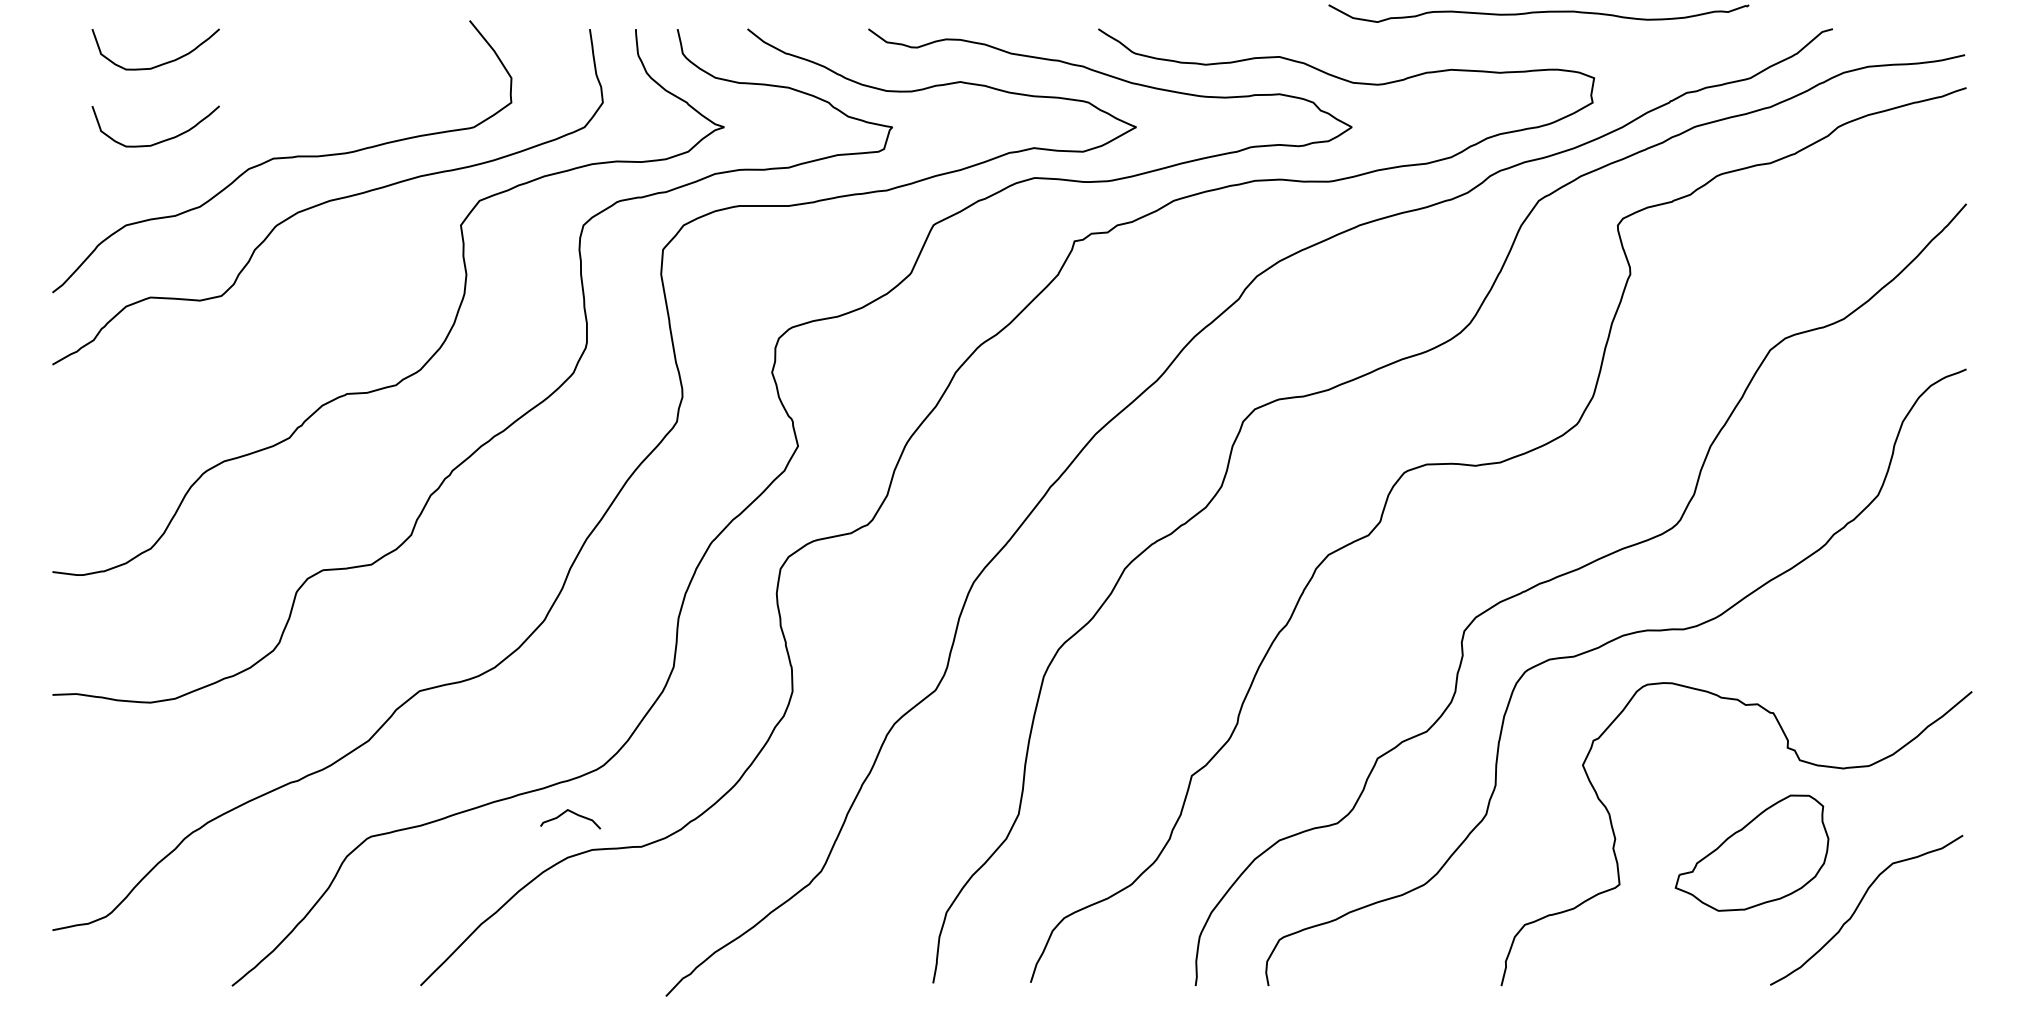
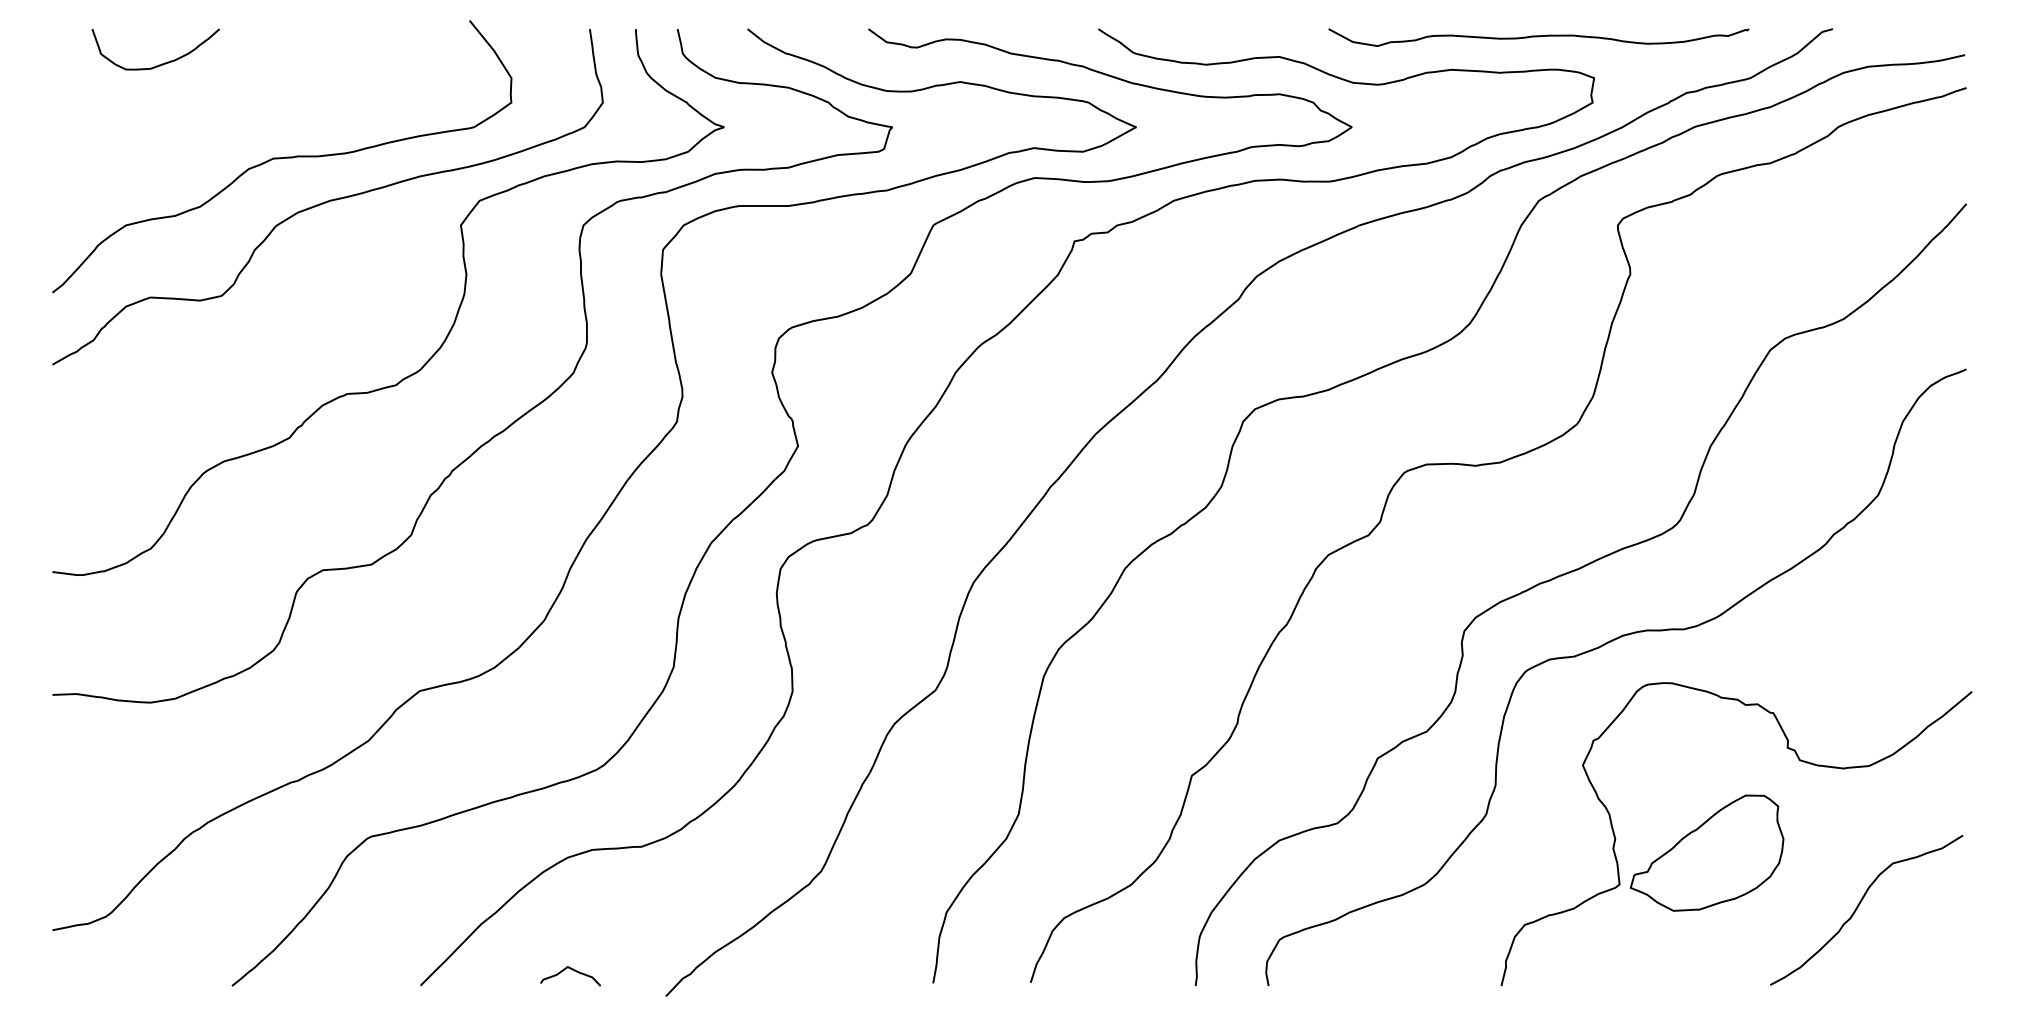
curve at (1538, 13) position: (1538, 13) -> (1538, 37)
curve at (161, 140): present -> none
curve at (572, 813) position: (572, 813) -> (572, 970)
part at (1751, 852) position: (1751, 852) -> (1706, 852)
